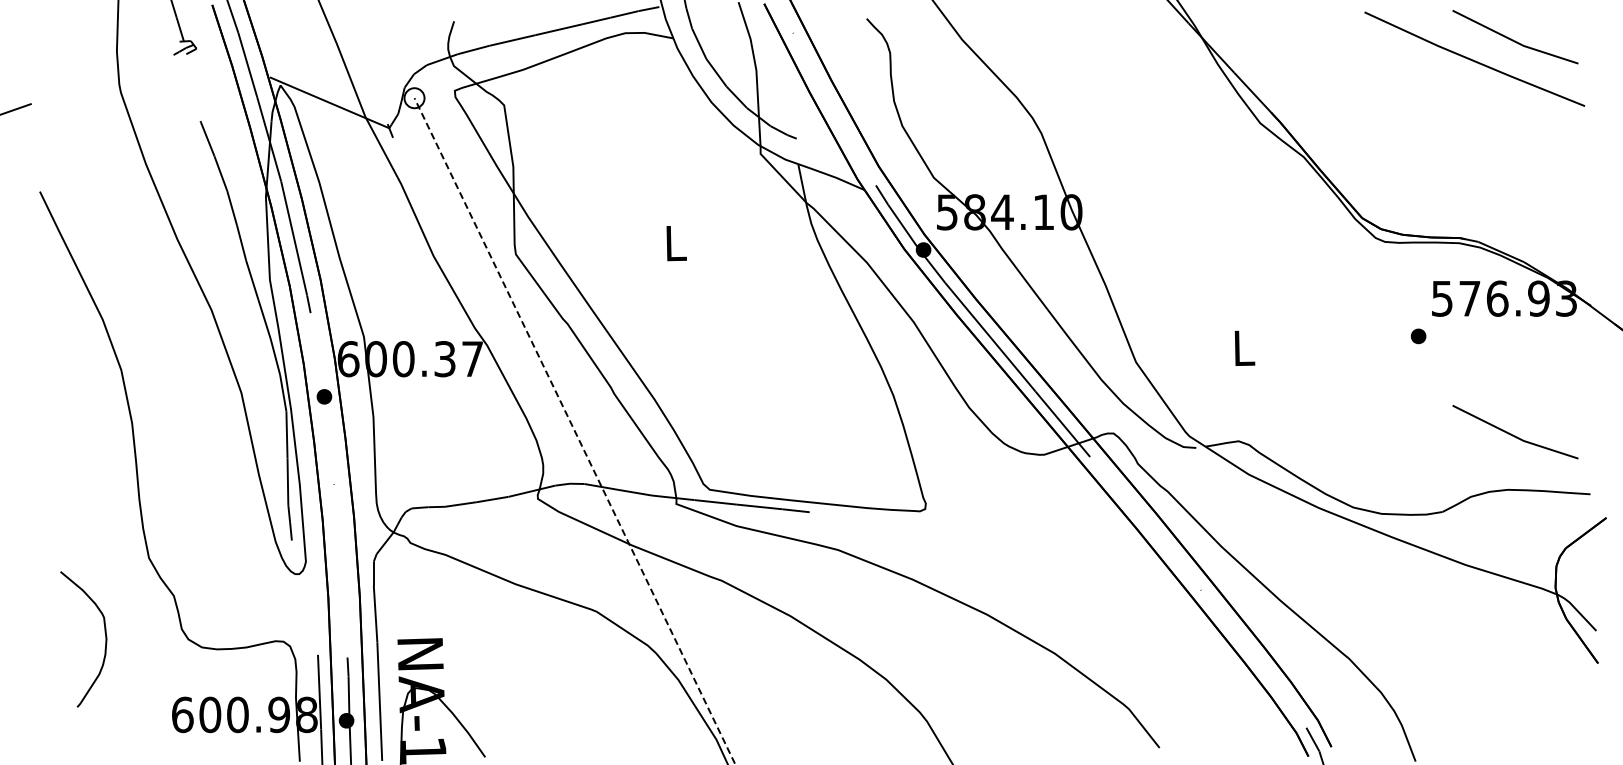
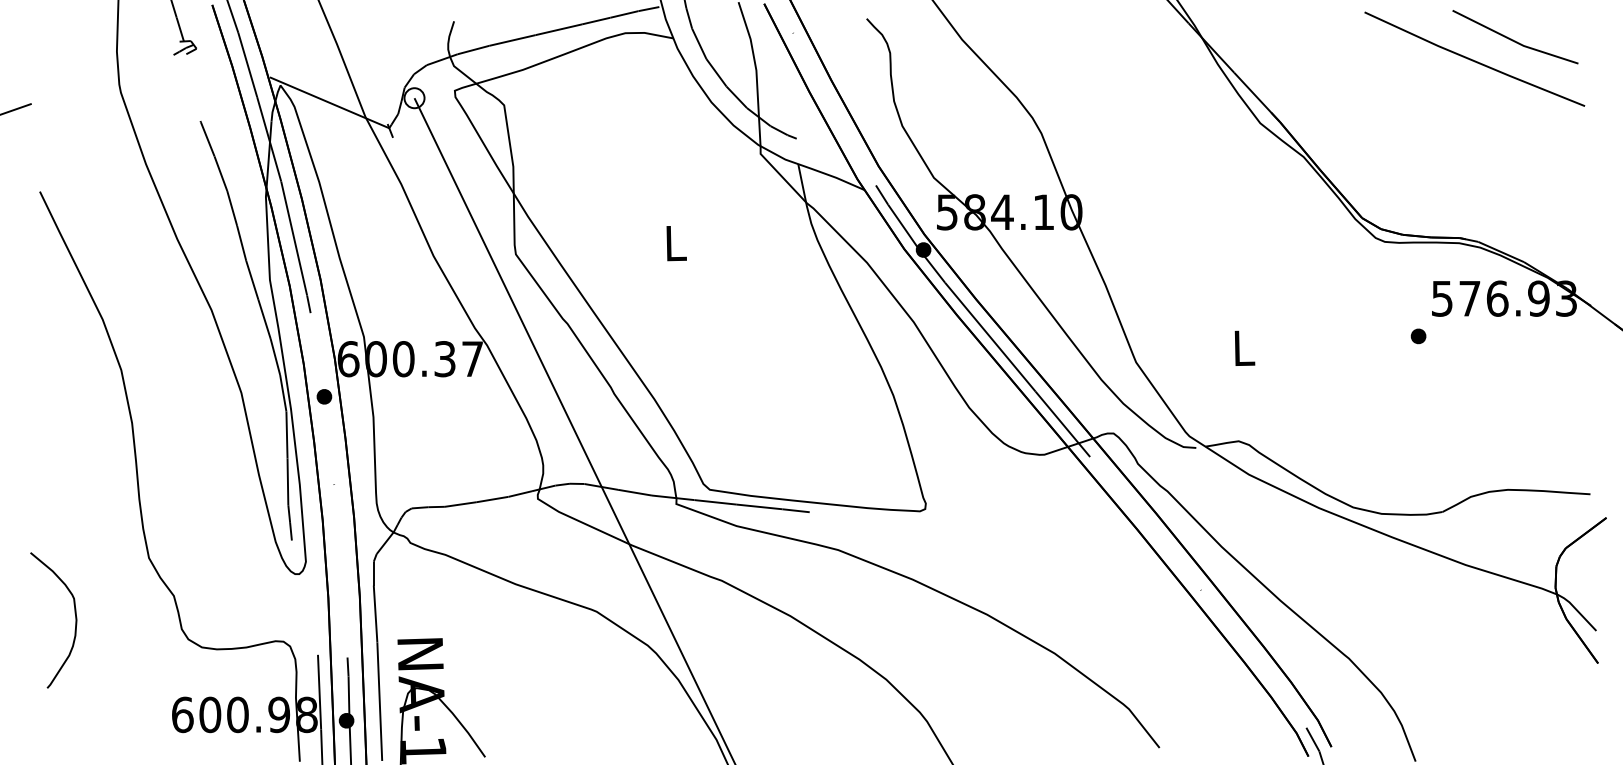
line at (575, 431): dashed -> solid
line at (1513, 434): present -> none
curve at (105, 639) position: (105, 639) -> (75, 620)
